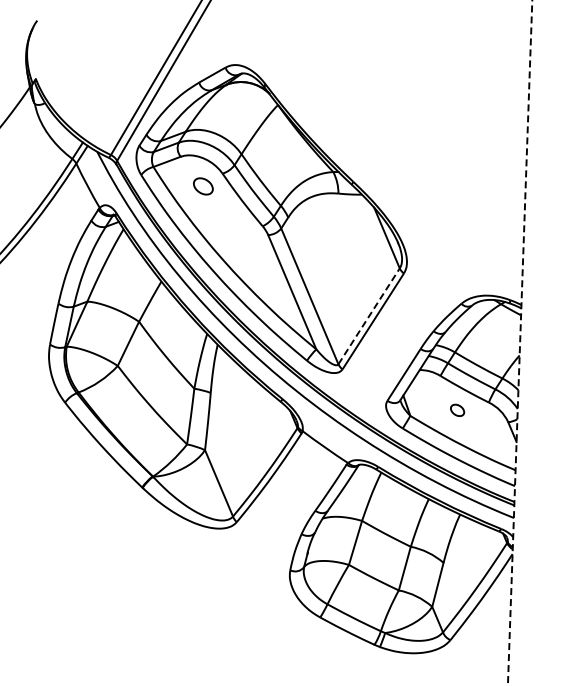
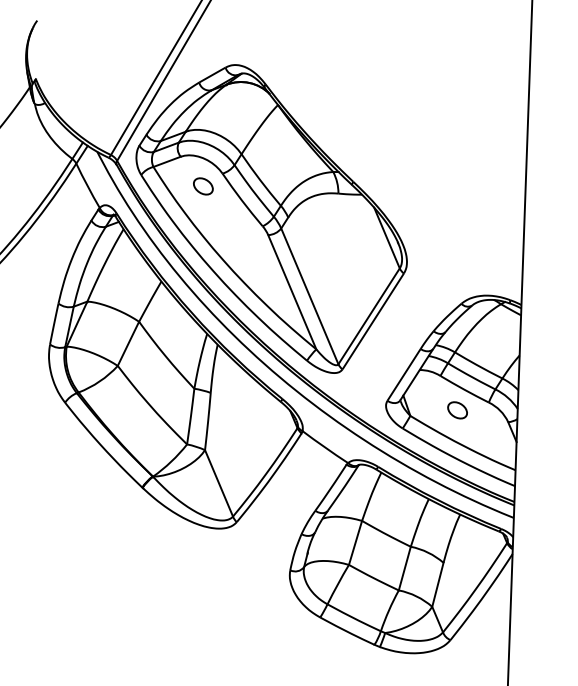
line at (369, 316): dashed -> solid
line at (520, 342): dashed -> solid
part at (457, 409) size: 16x14 px -> 21x19 px
